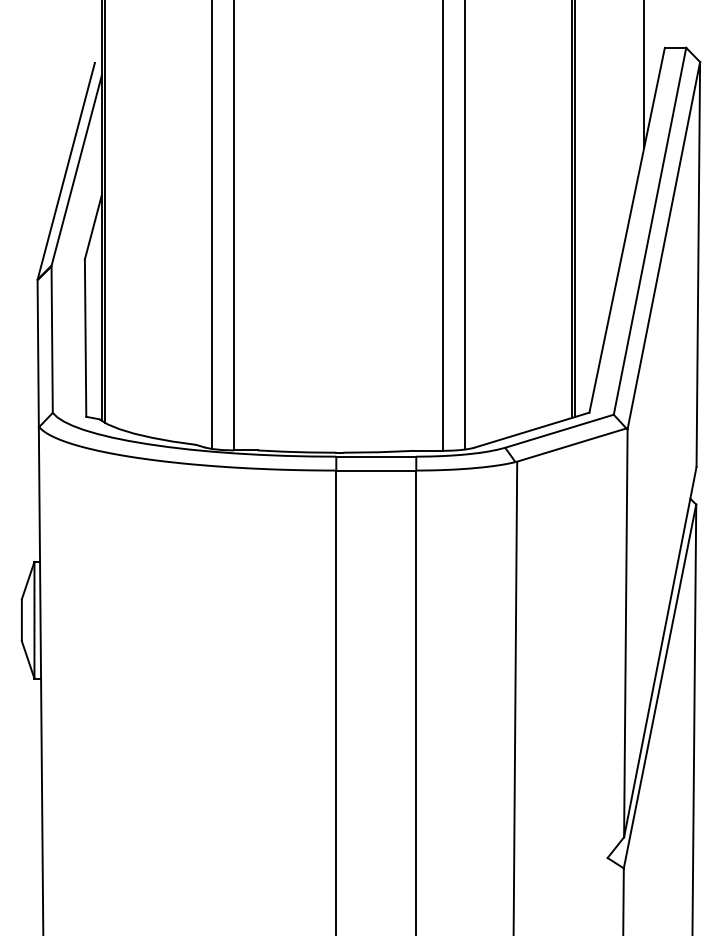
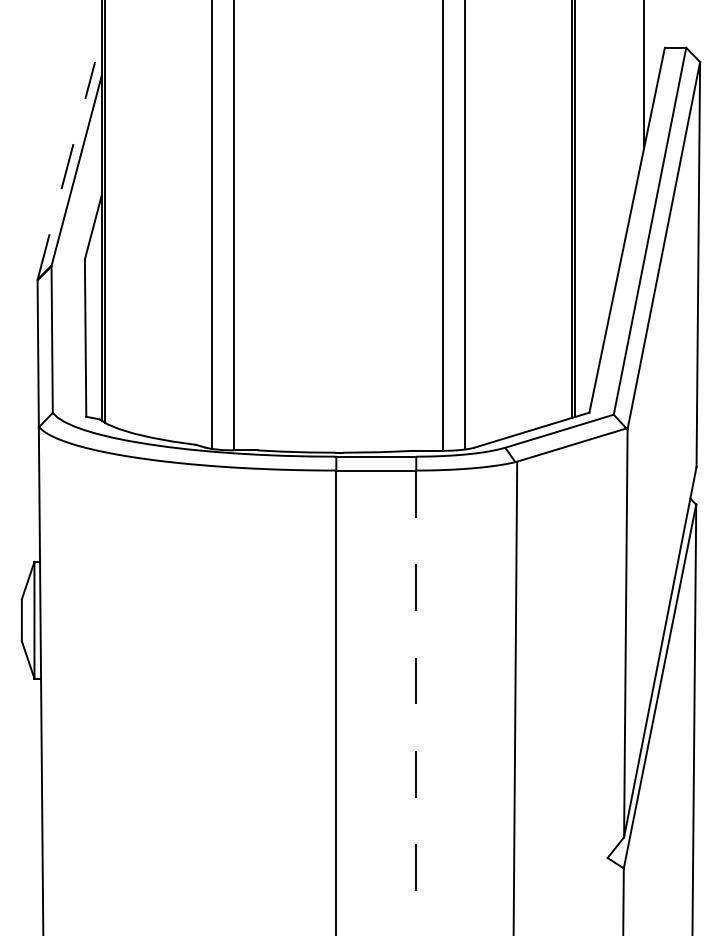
line at (66, 171): solid -> dashed
line at (416, 702): solid -> dashed
